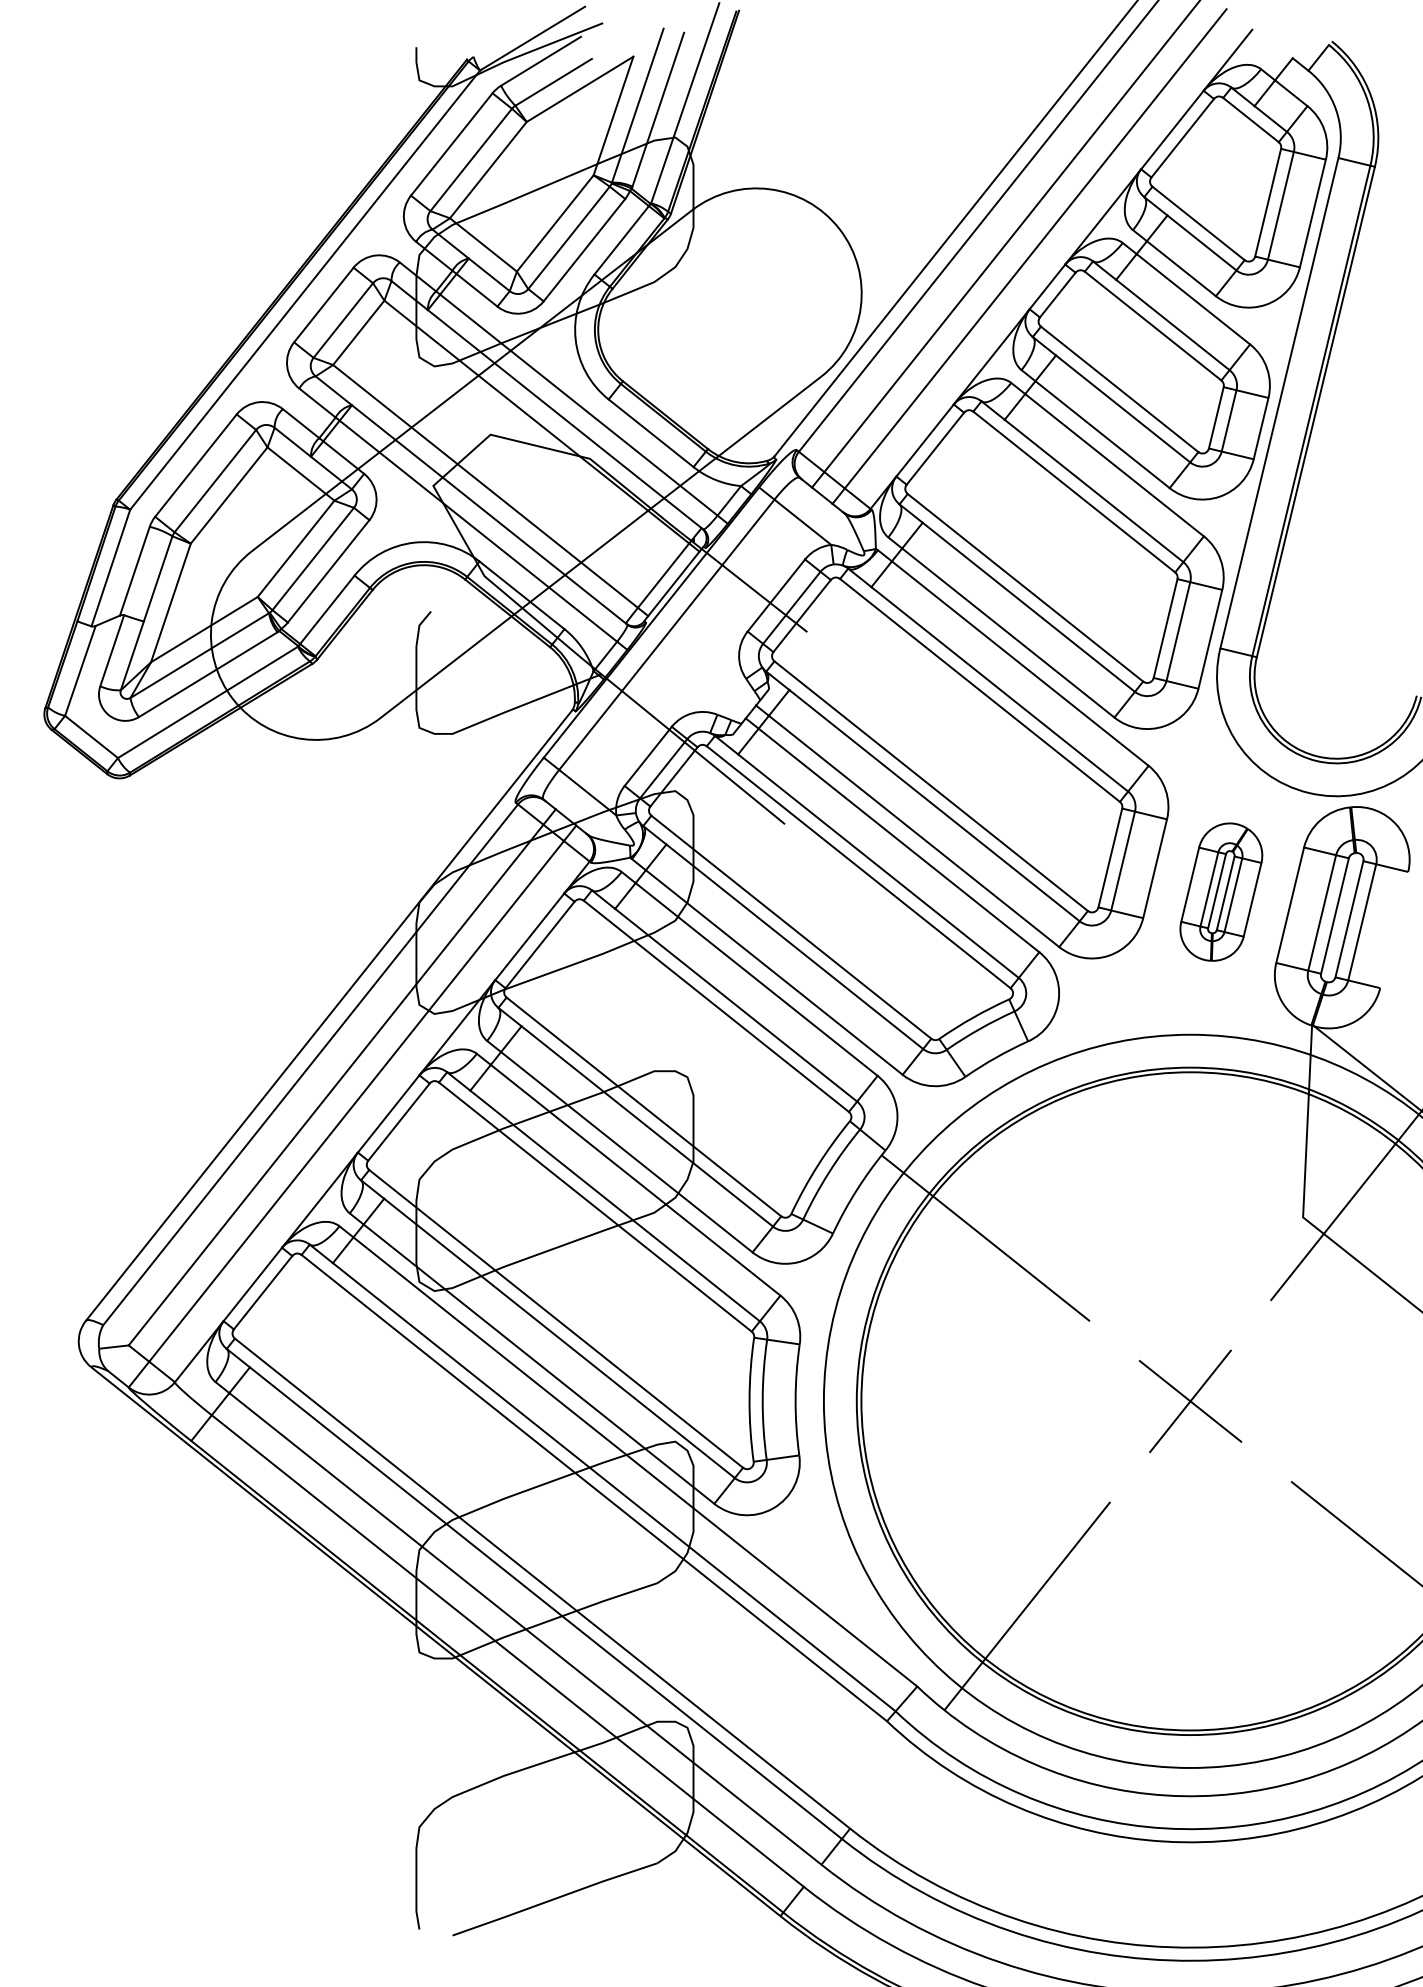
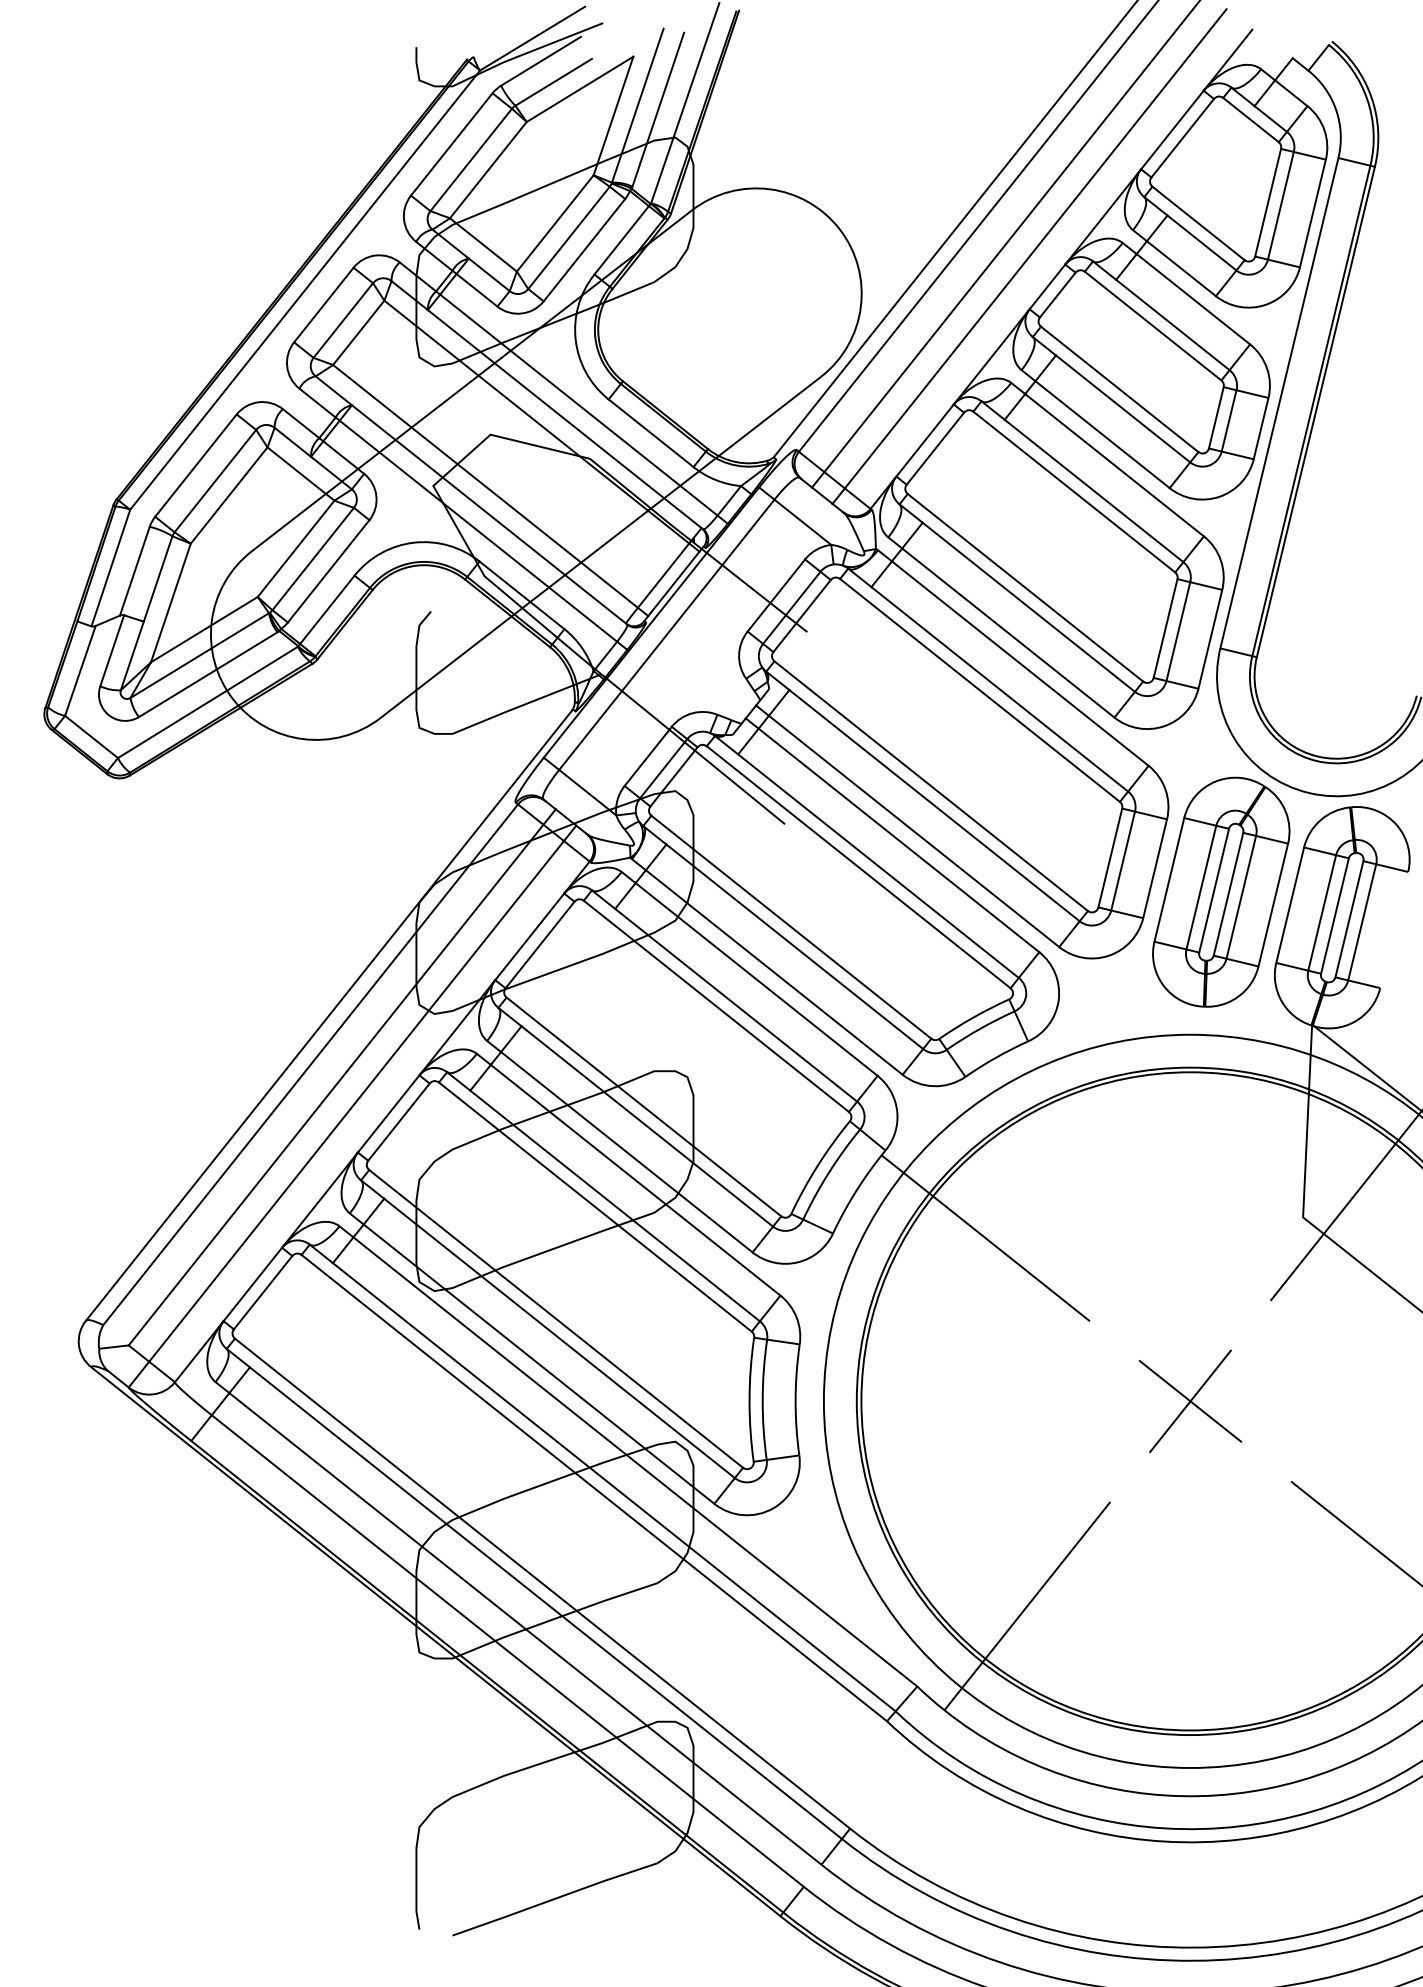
part at (1221, 891) size: 85x140 px -> 139x232 px
